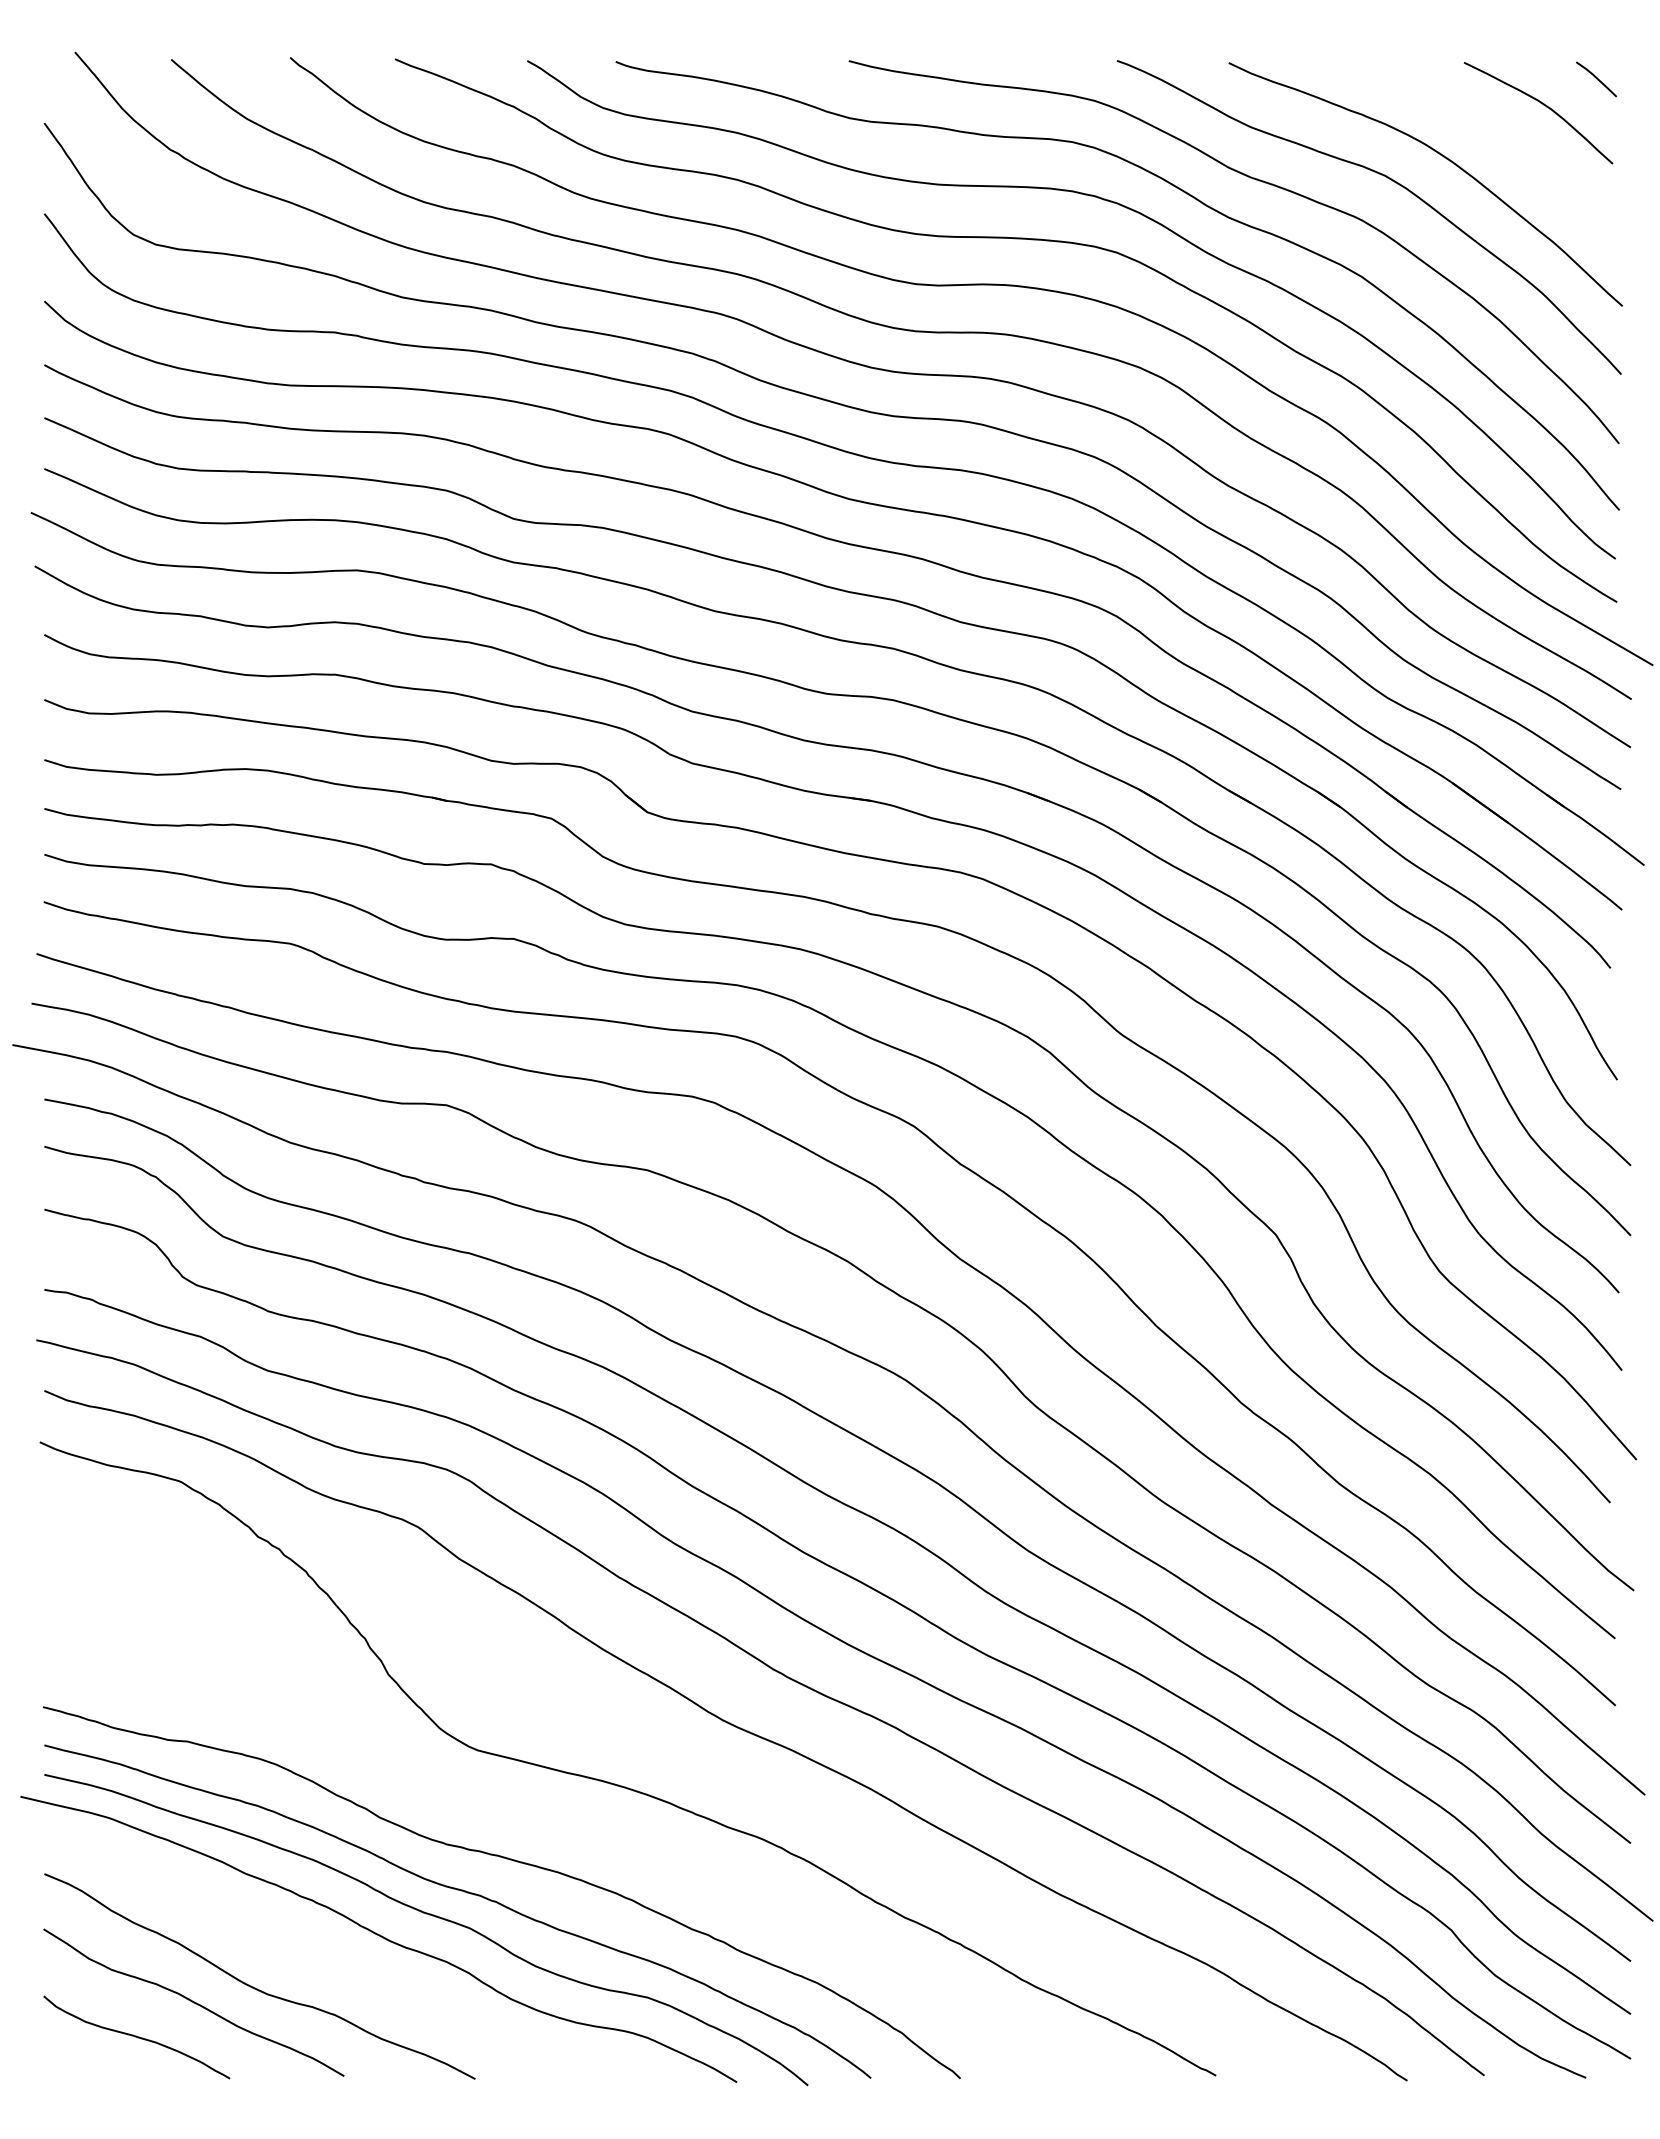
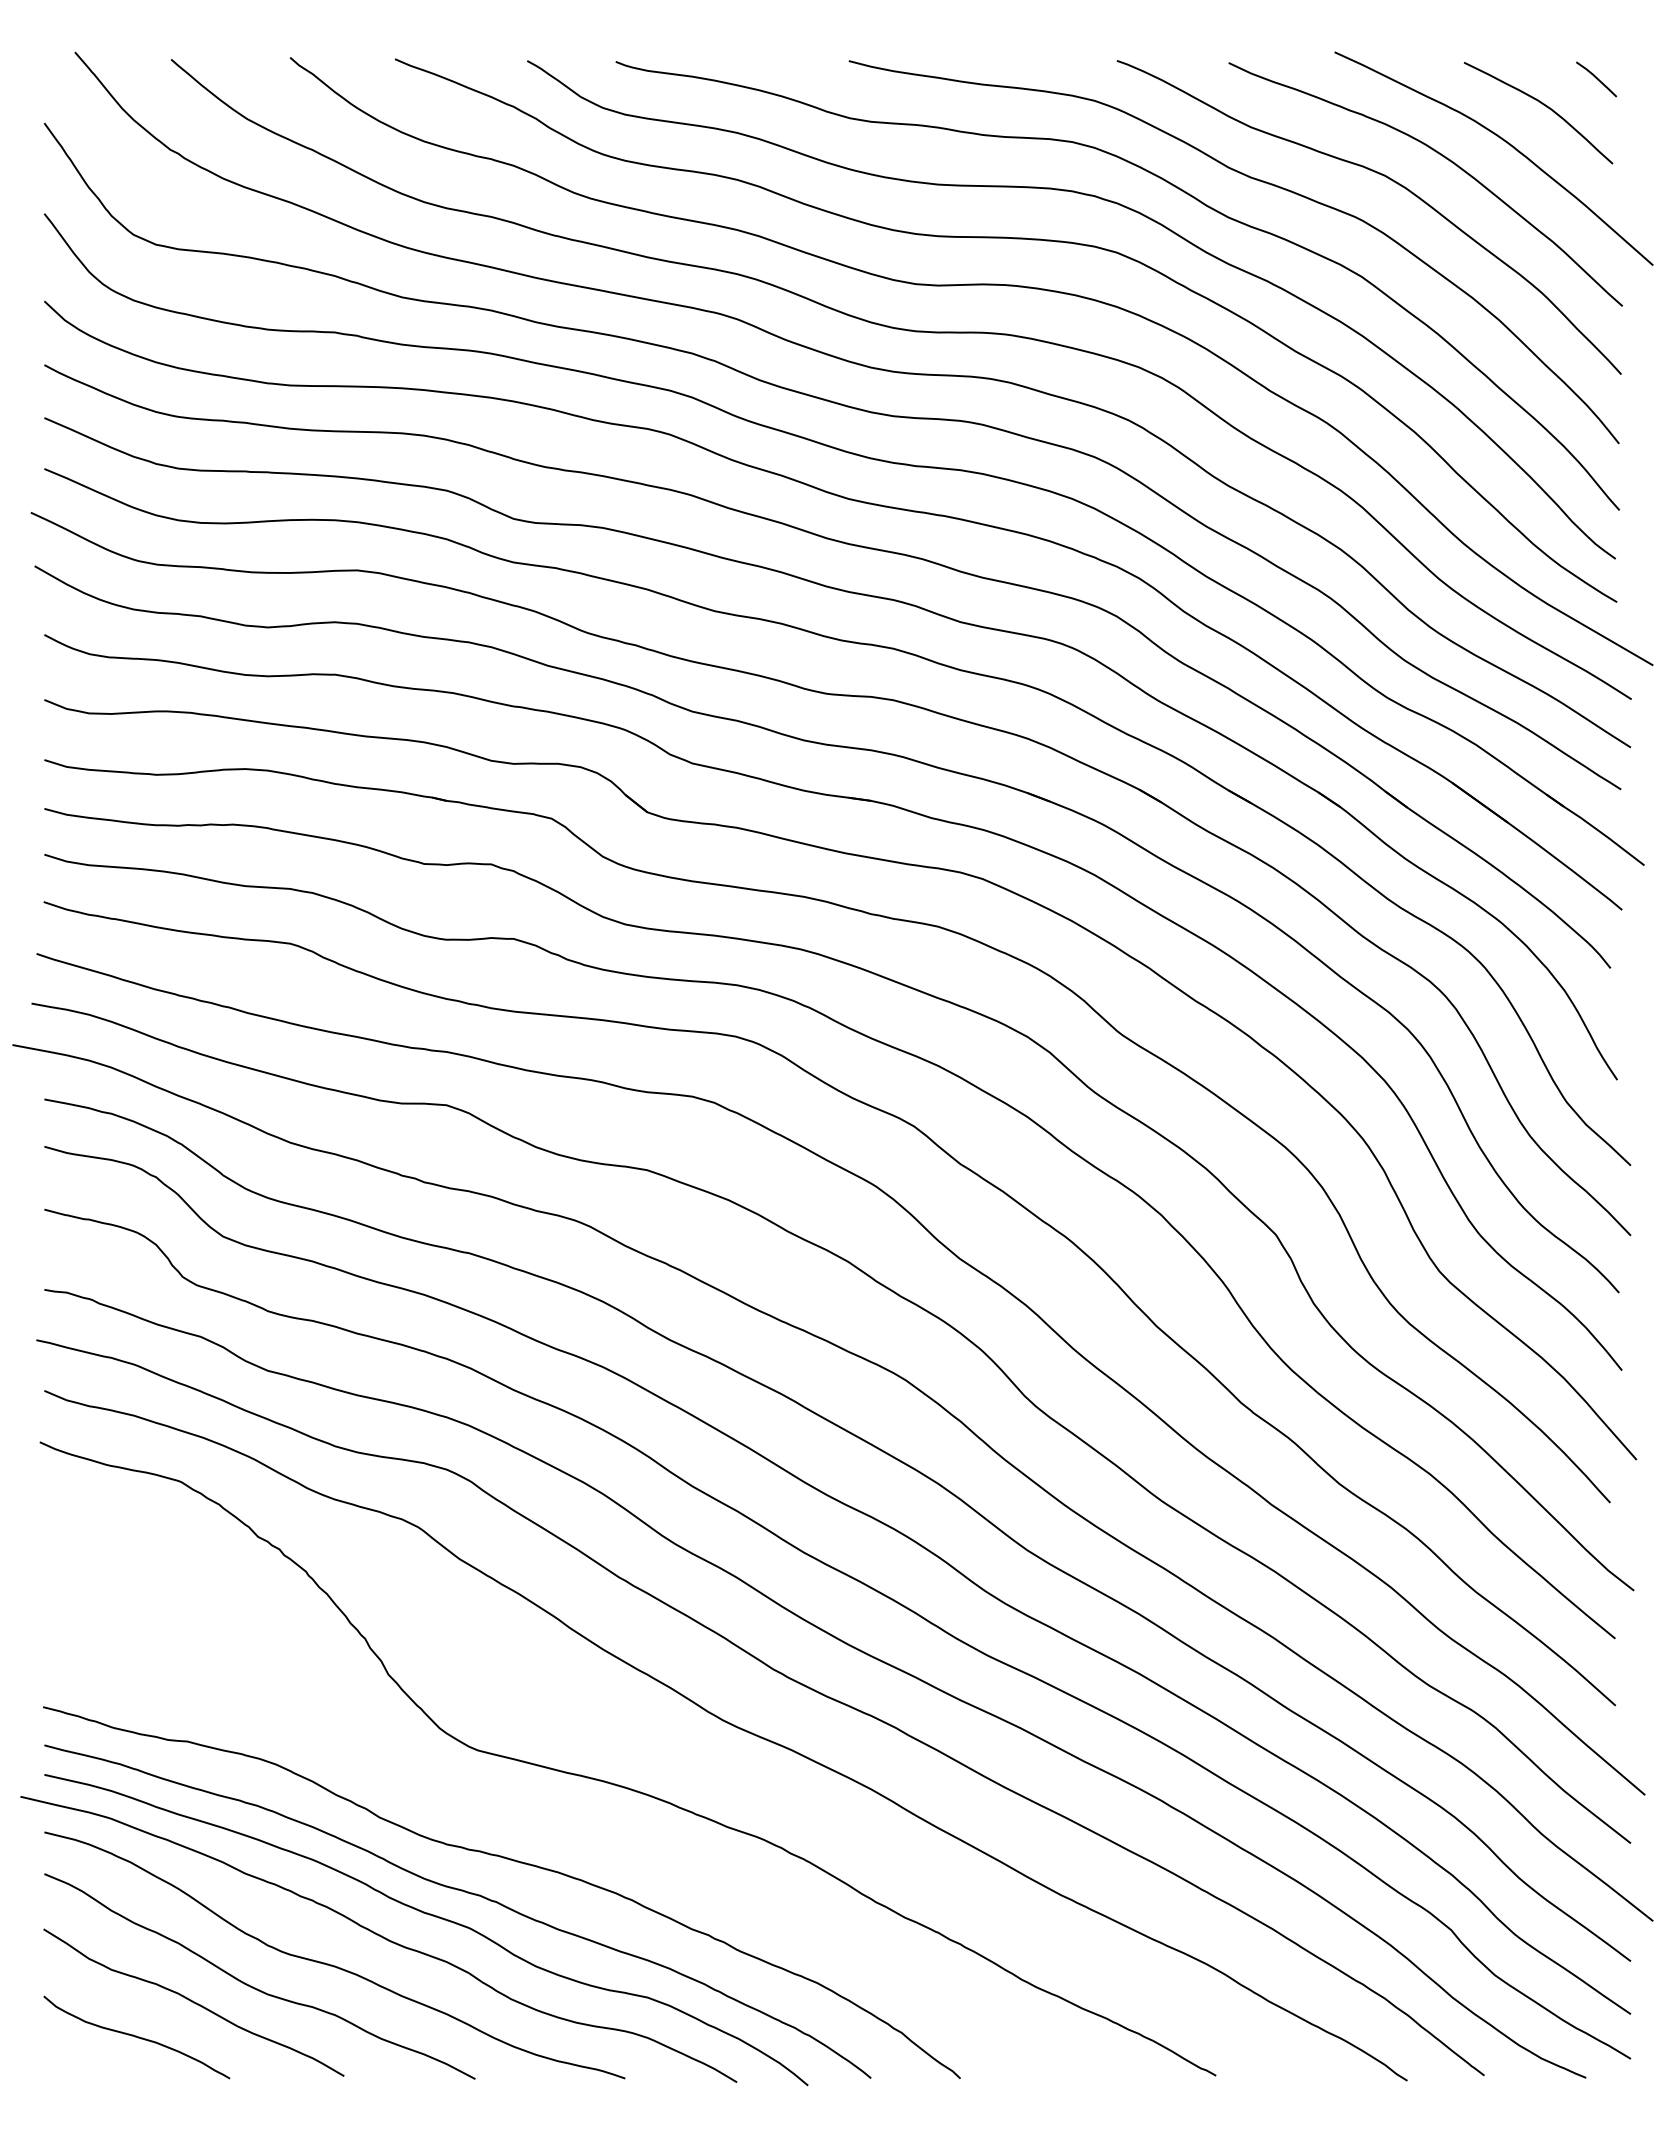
curve at (1506, 143): none -> present
curve at (332, 1964): none -> present
